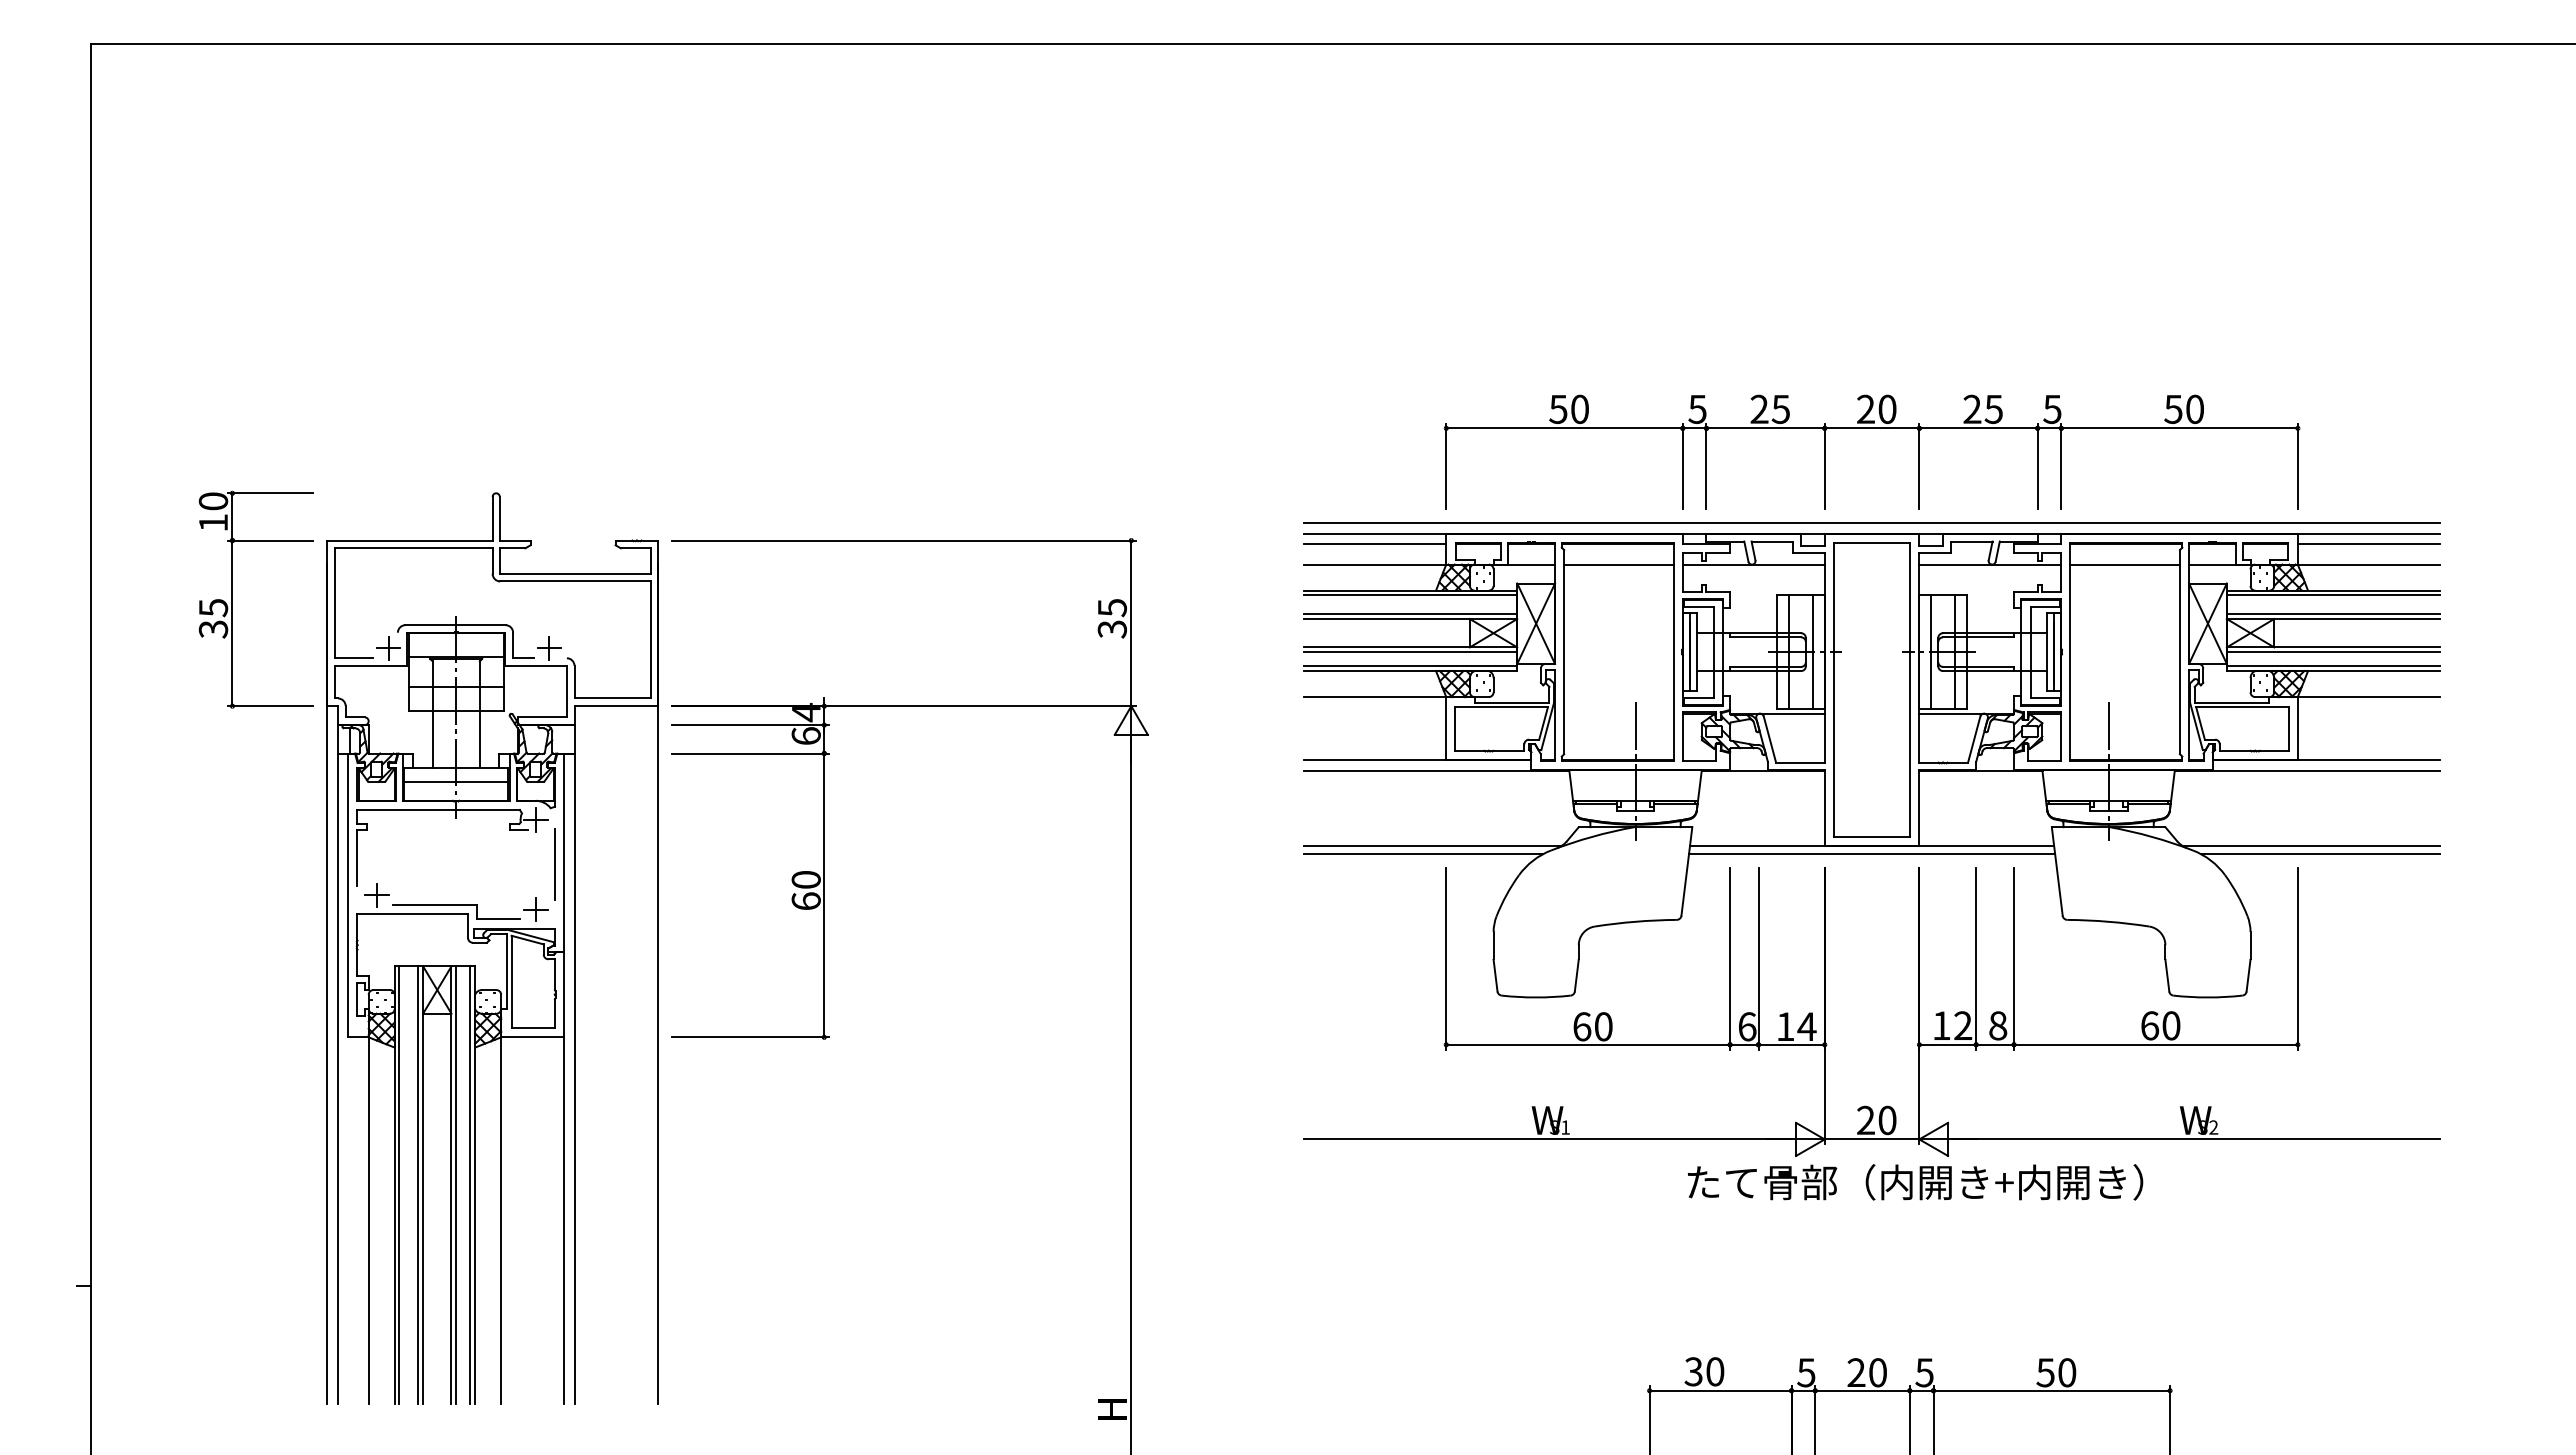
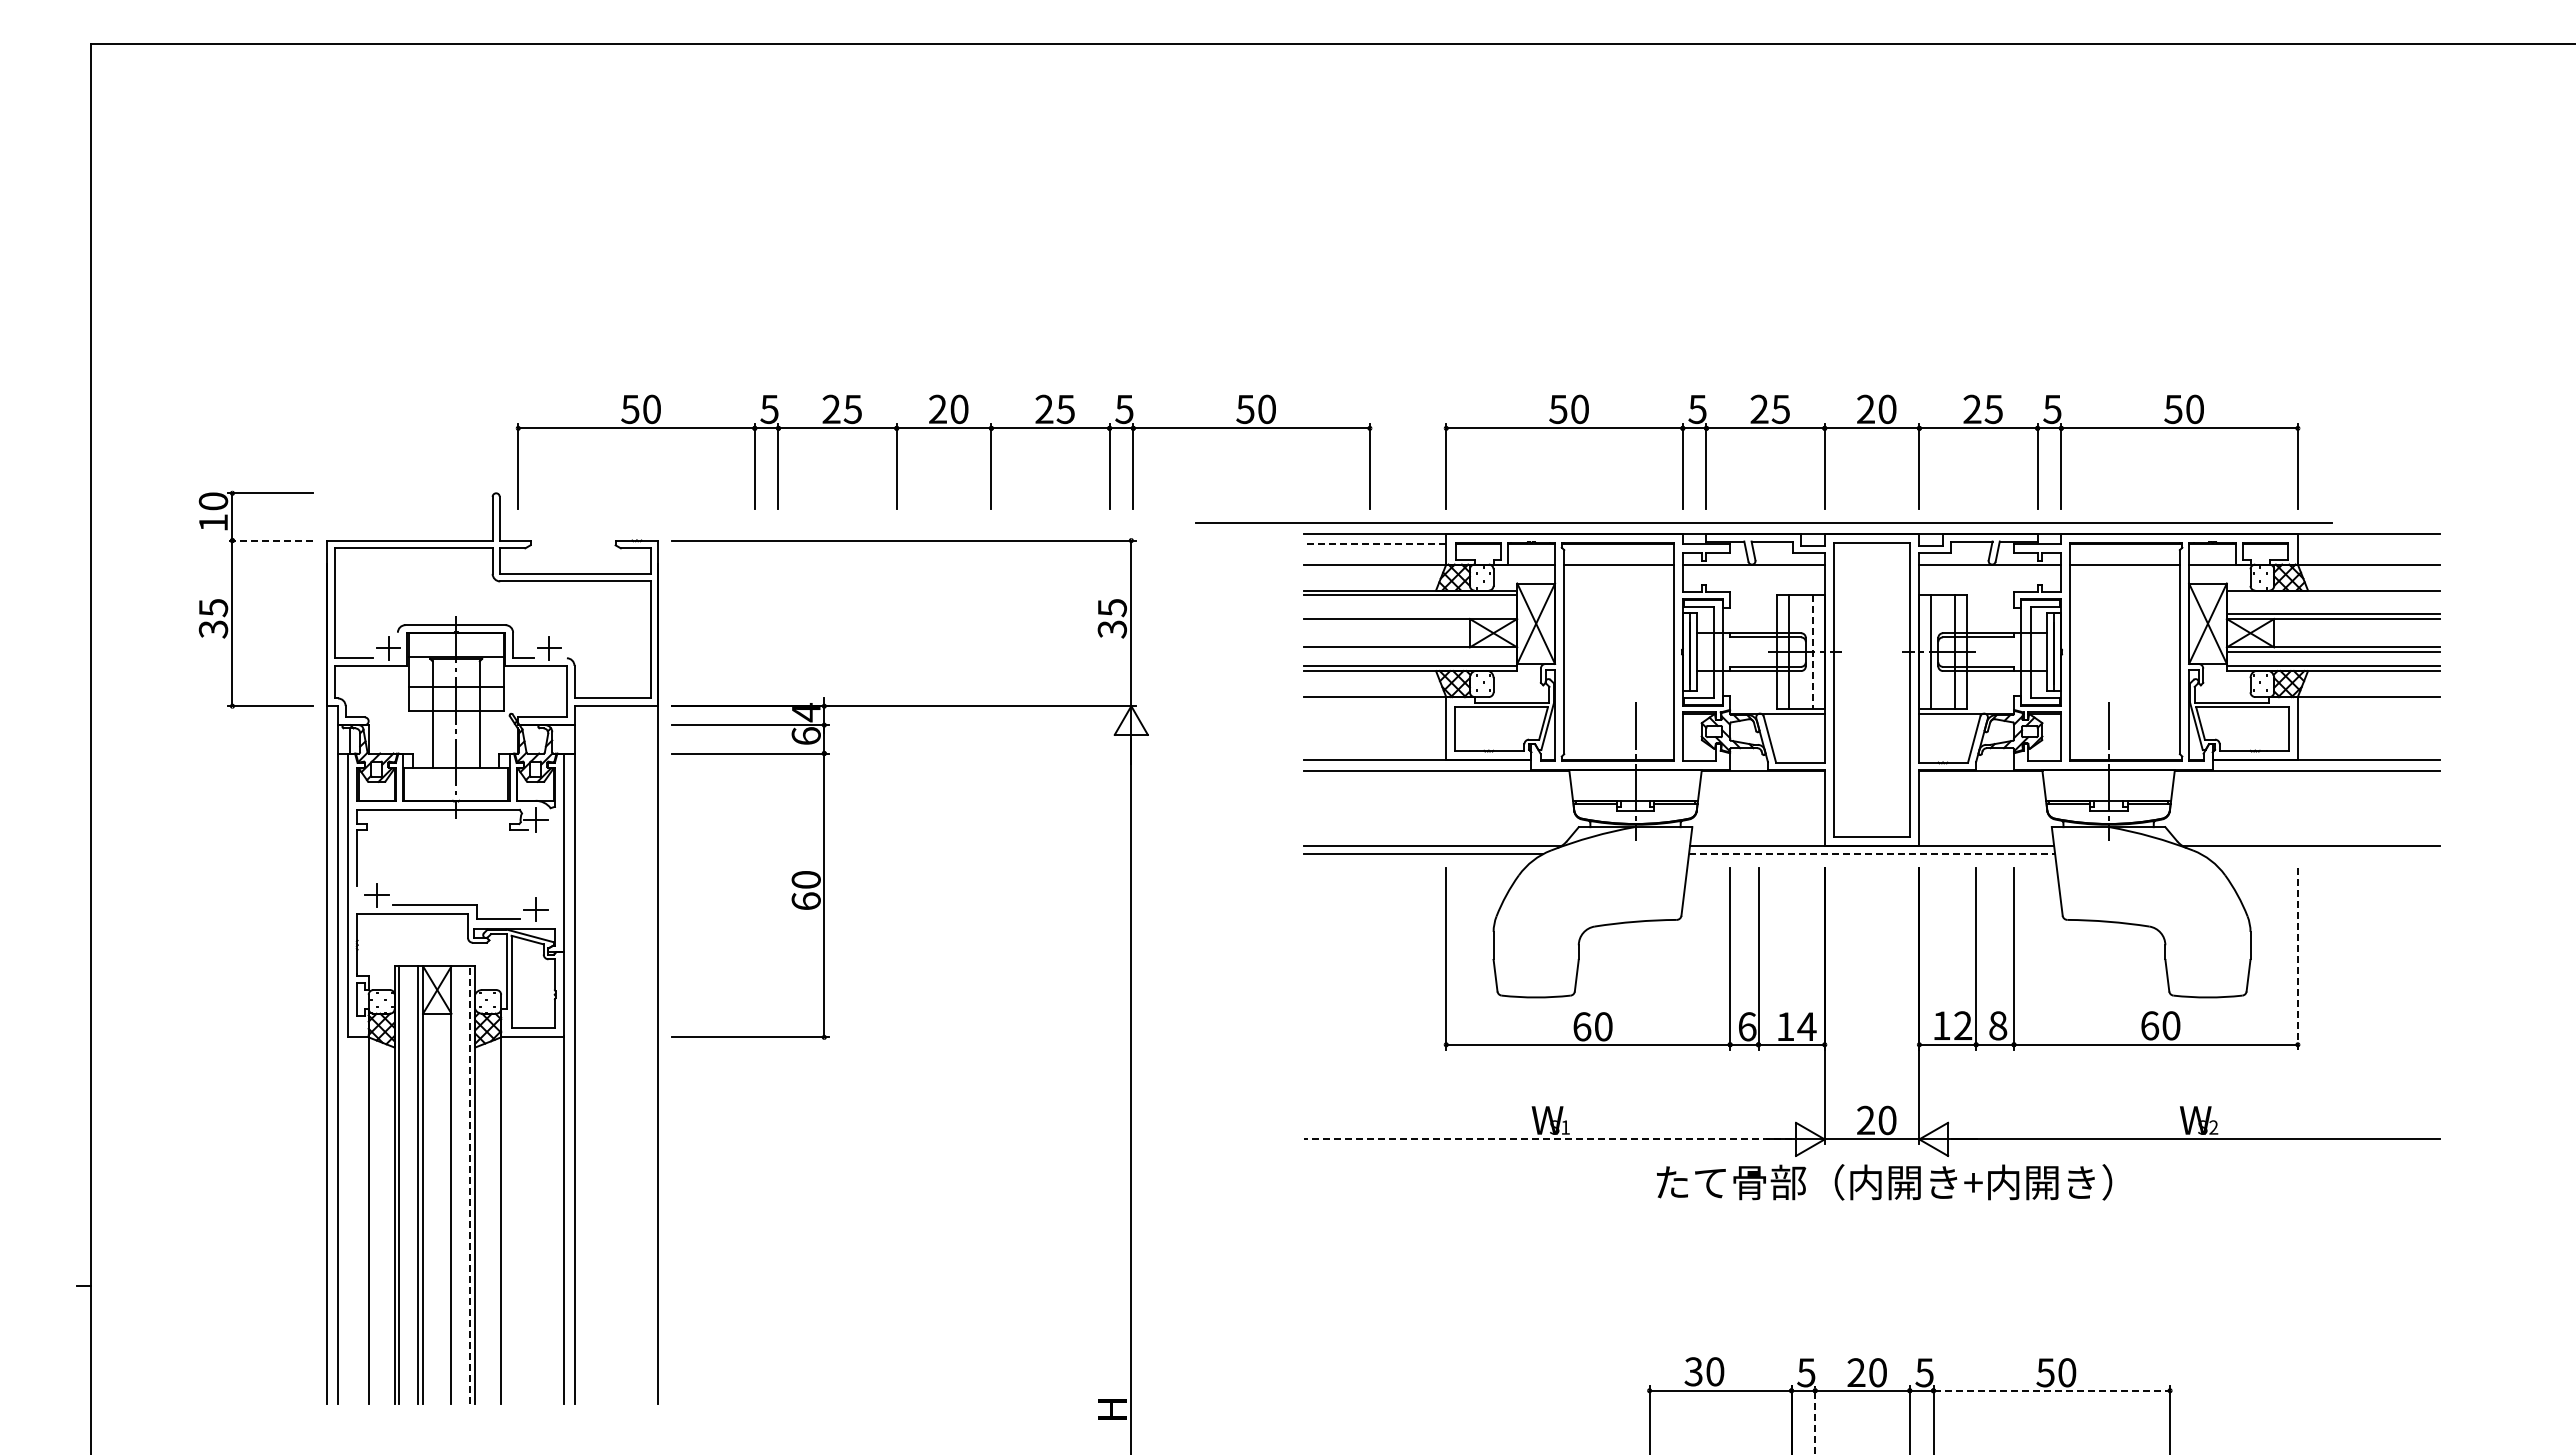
part at (943, 428): none -> present
line at (1871, 522) position: (1871, 522) -> (1763, 522)
line at (270, 540): solid -> dashed
line at (1375, 544): solid -> dashed
line at (2368, 544): present -> none
line at (2332, 595): present -> none
line at (1410, 614): present -> none
line at (1410, 652): present -> none
line at (1812, 652): solid -> dashed
line at (456, 781): present -> none
line at (1872, 854): solid -> dashed
line at (2320, 854): present -> none
line at (554, 864): present -> none
line at (2297, 958): solid -> dashed
line at (1548, 1139): solid -> dashed
text at (1915, 1182) position: (1915, 1182) -> (1884, 1182)
line at (456, 1185): present -> none
line at (470, 1185): solid -> dashed
line at (2052, 1390): solid -> dashed
line at (1815, 1419): solid -> dashed
